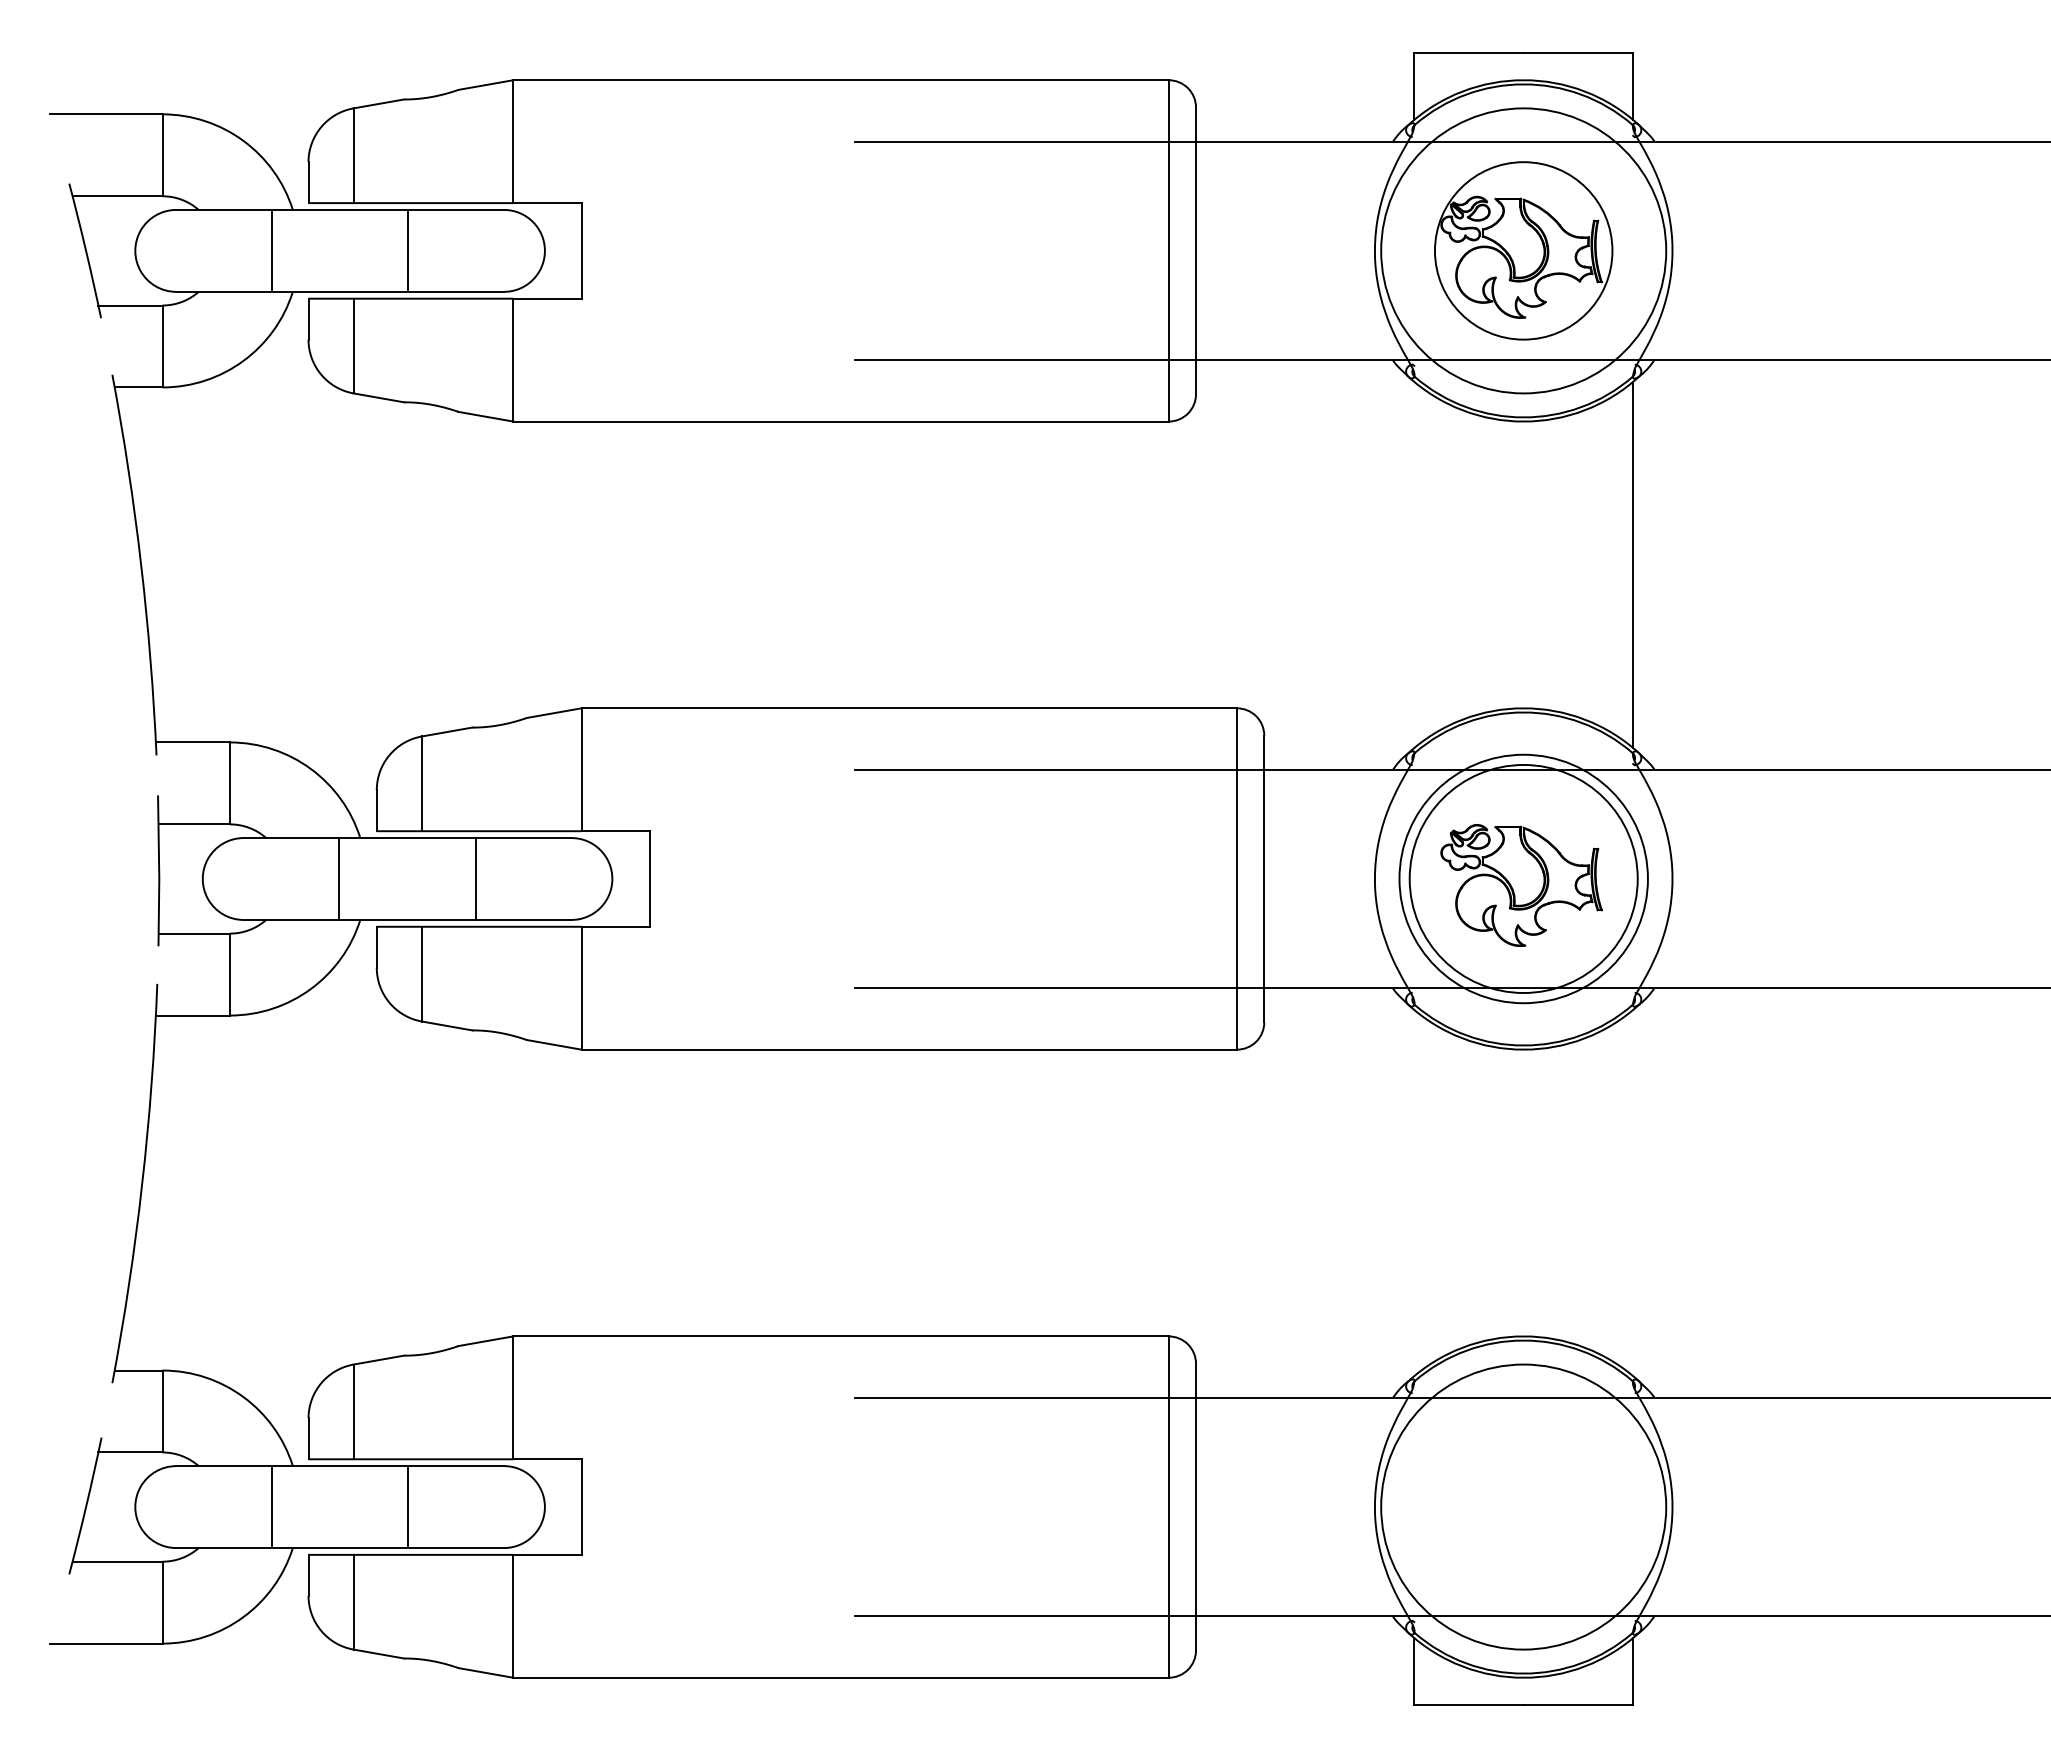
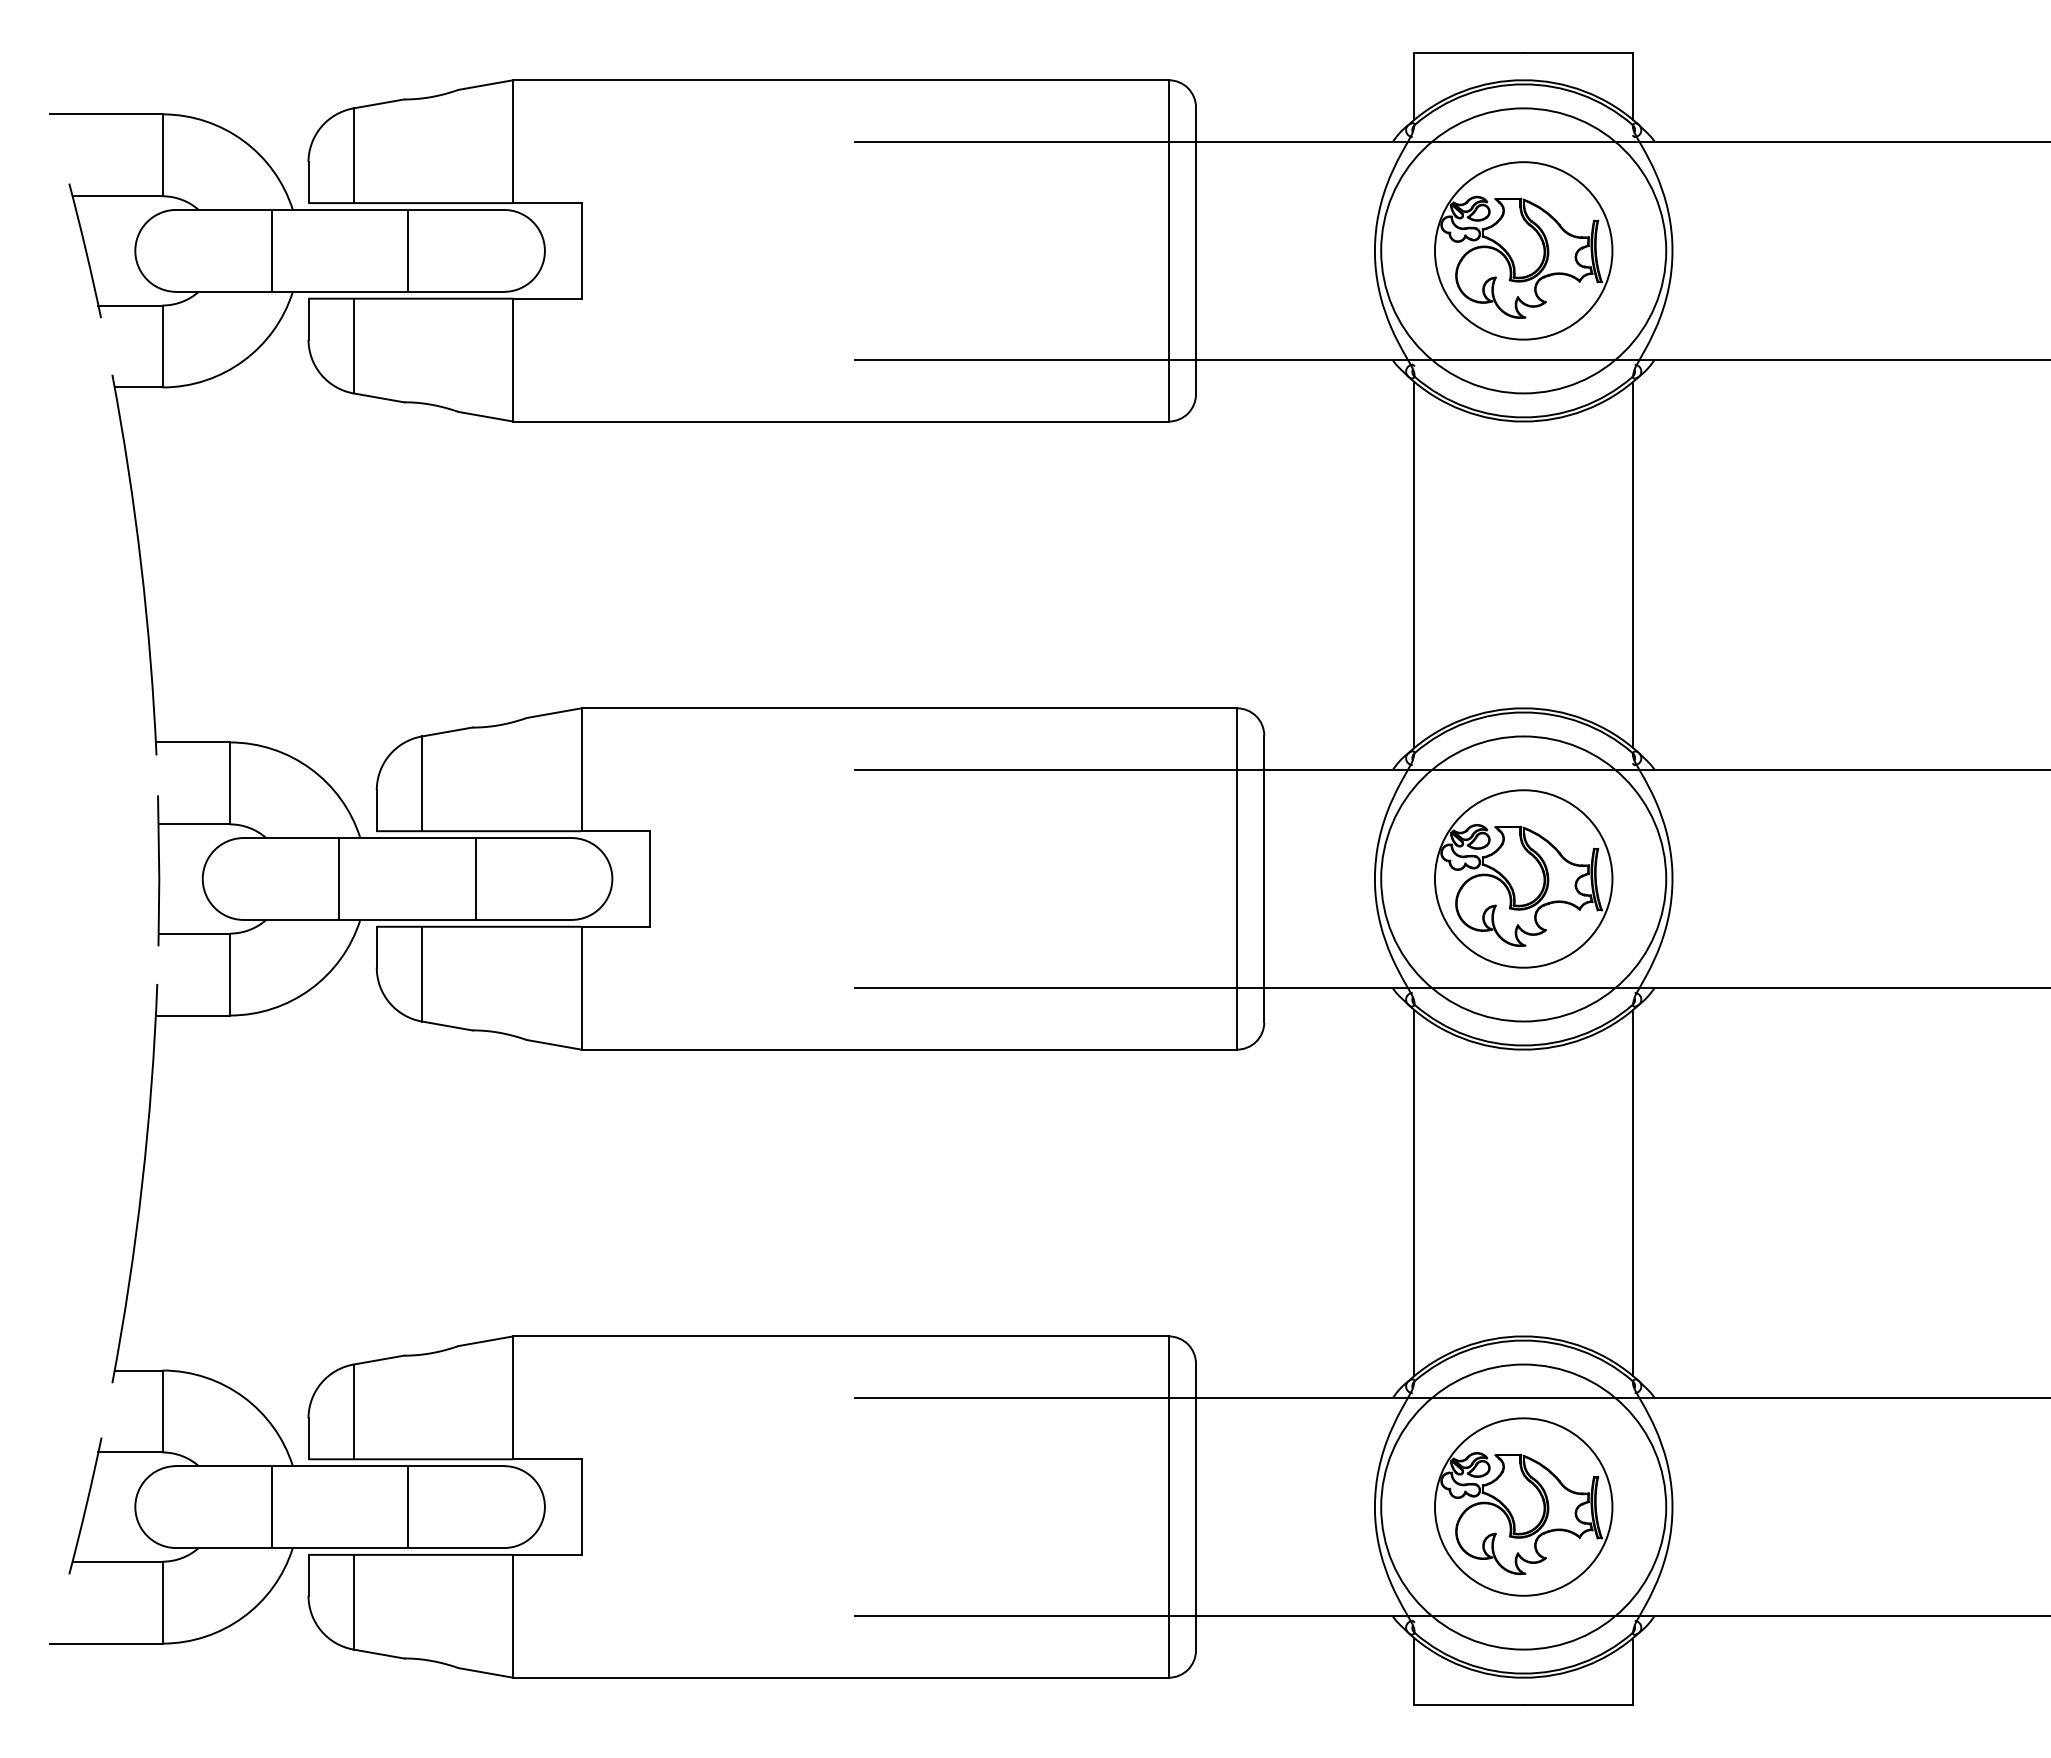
line at (1414, 564): none -> present
circle at (1523, 878) diameter: 228 px -> 285 px
circle at (1523, 878) diameter: 248 px -> 177 px
line at (1414, 1192): none -> present
line at (1632, 1192): none -> present
part at (1523, 1506): none -> present
